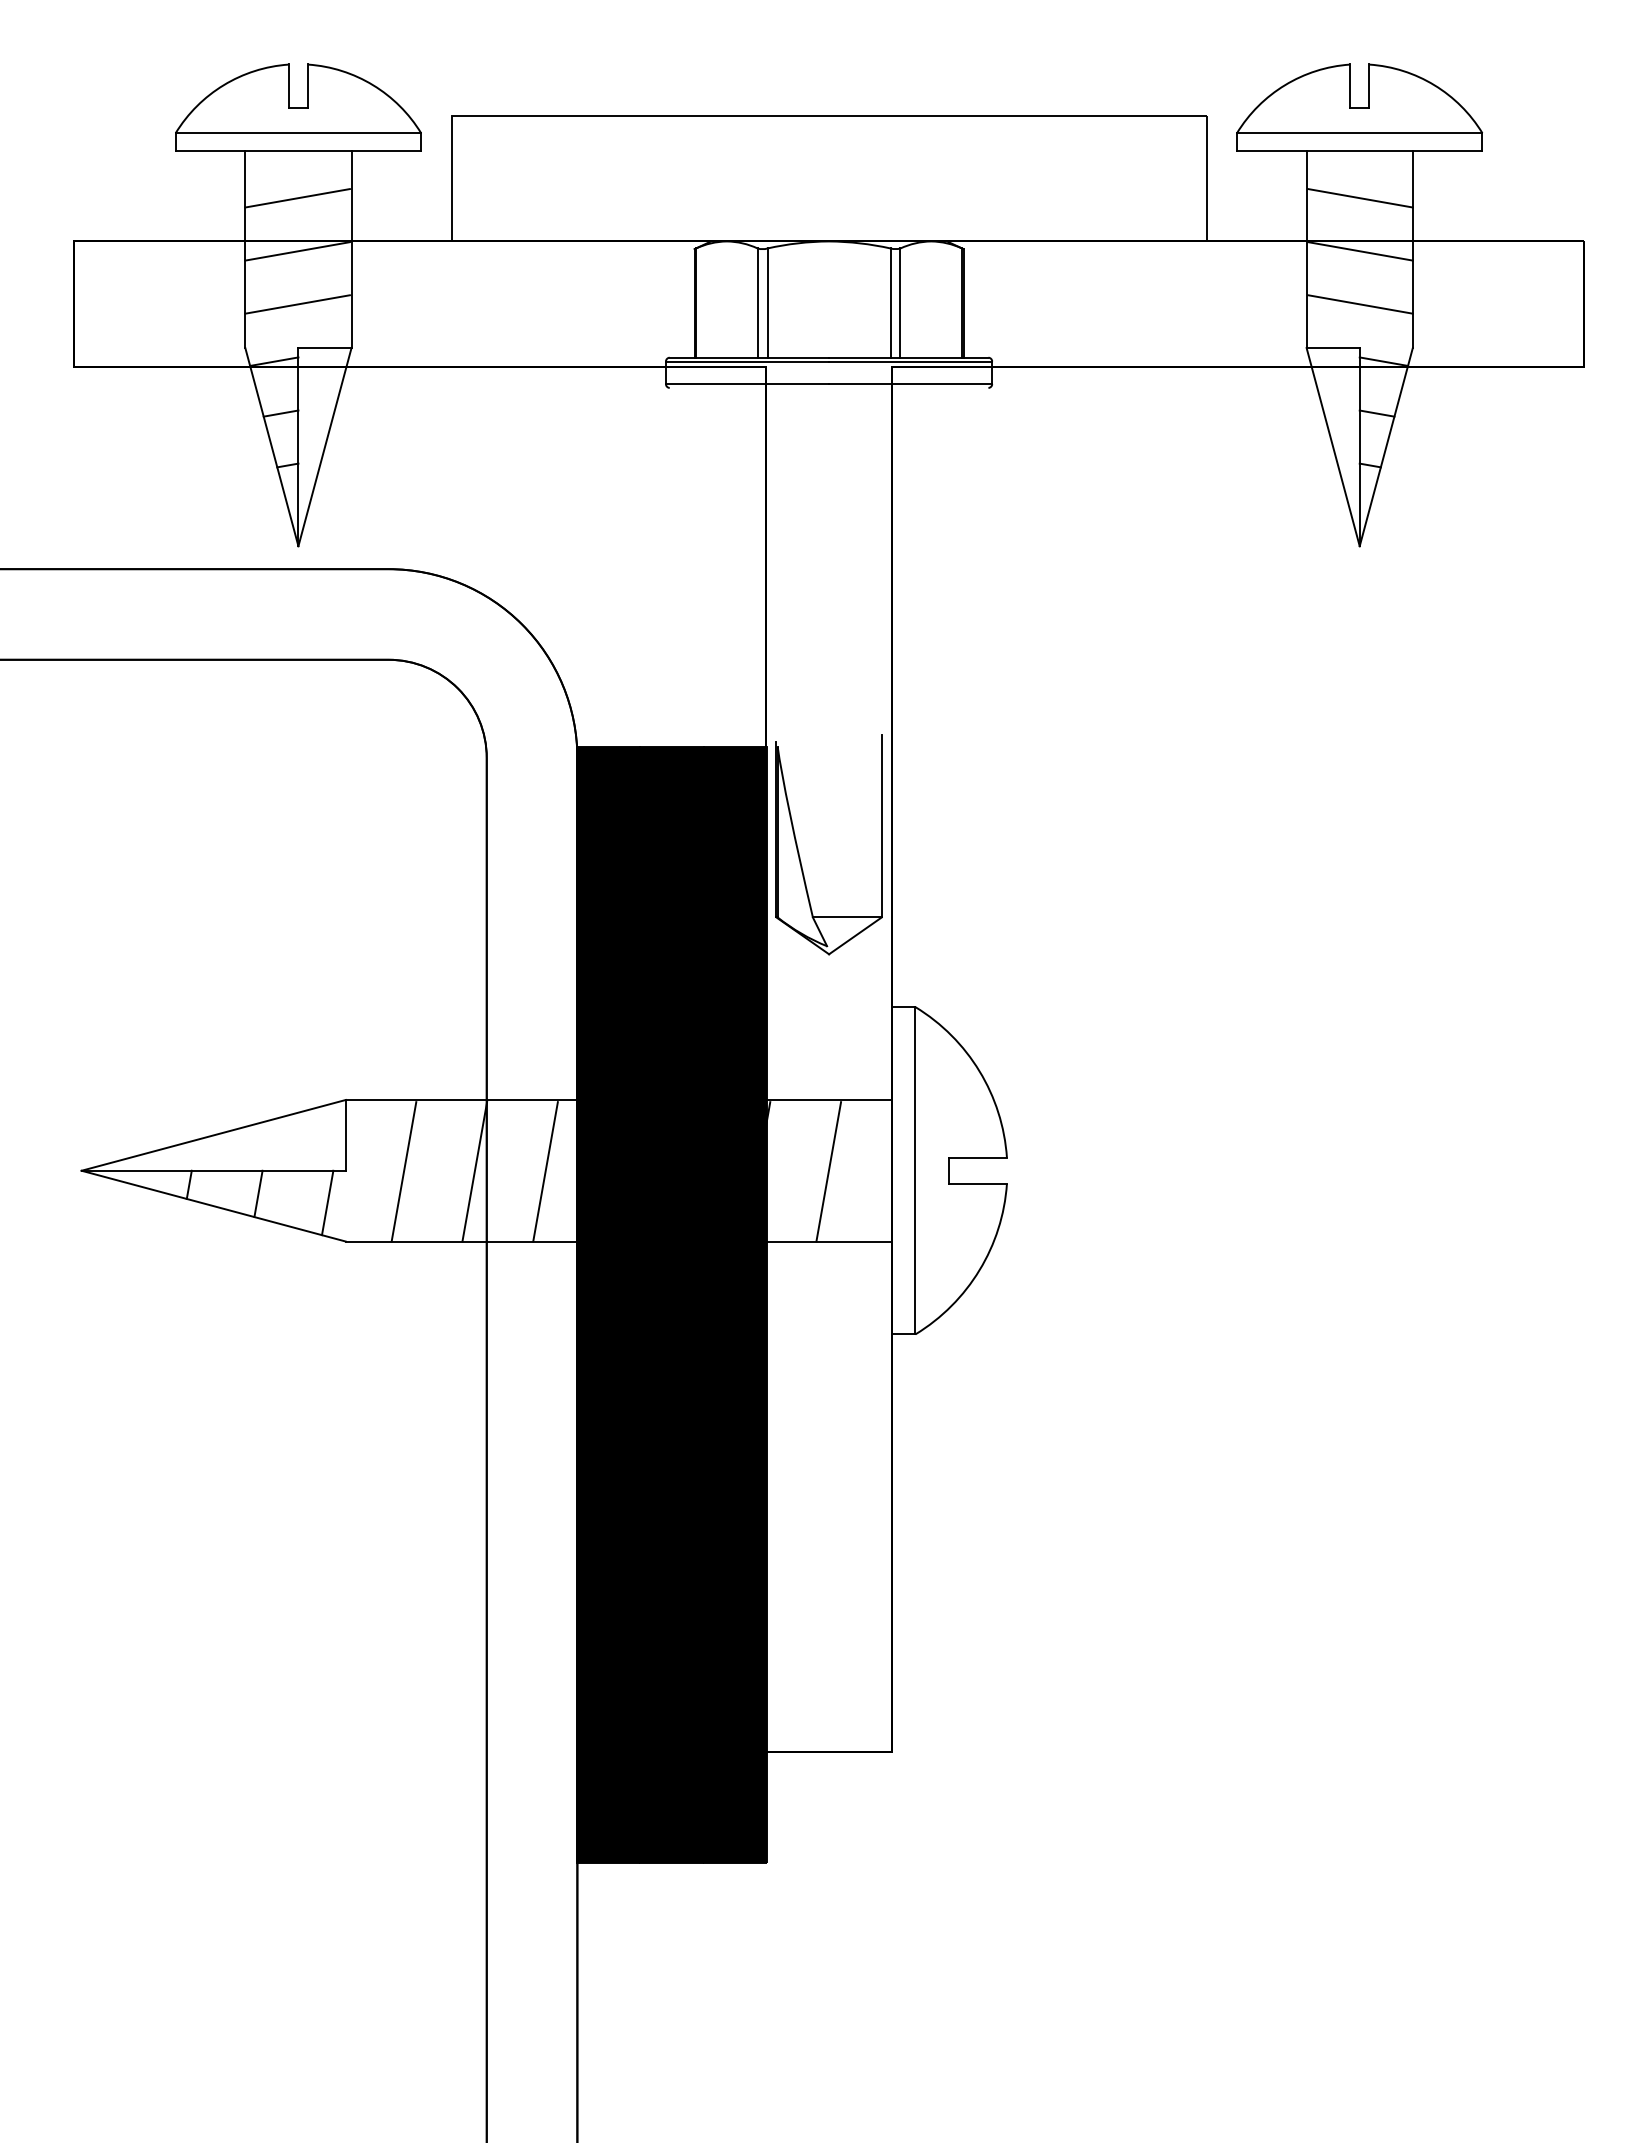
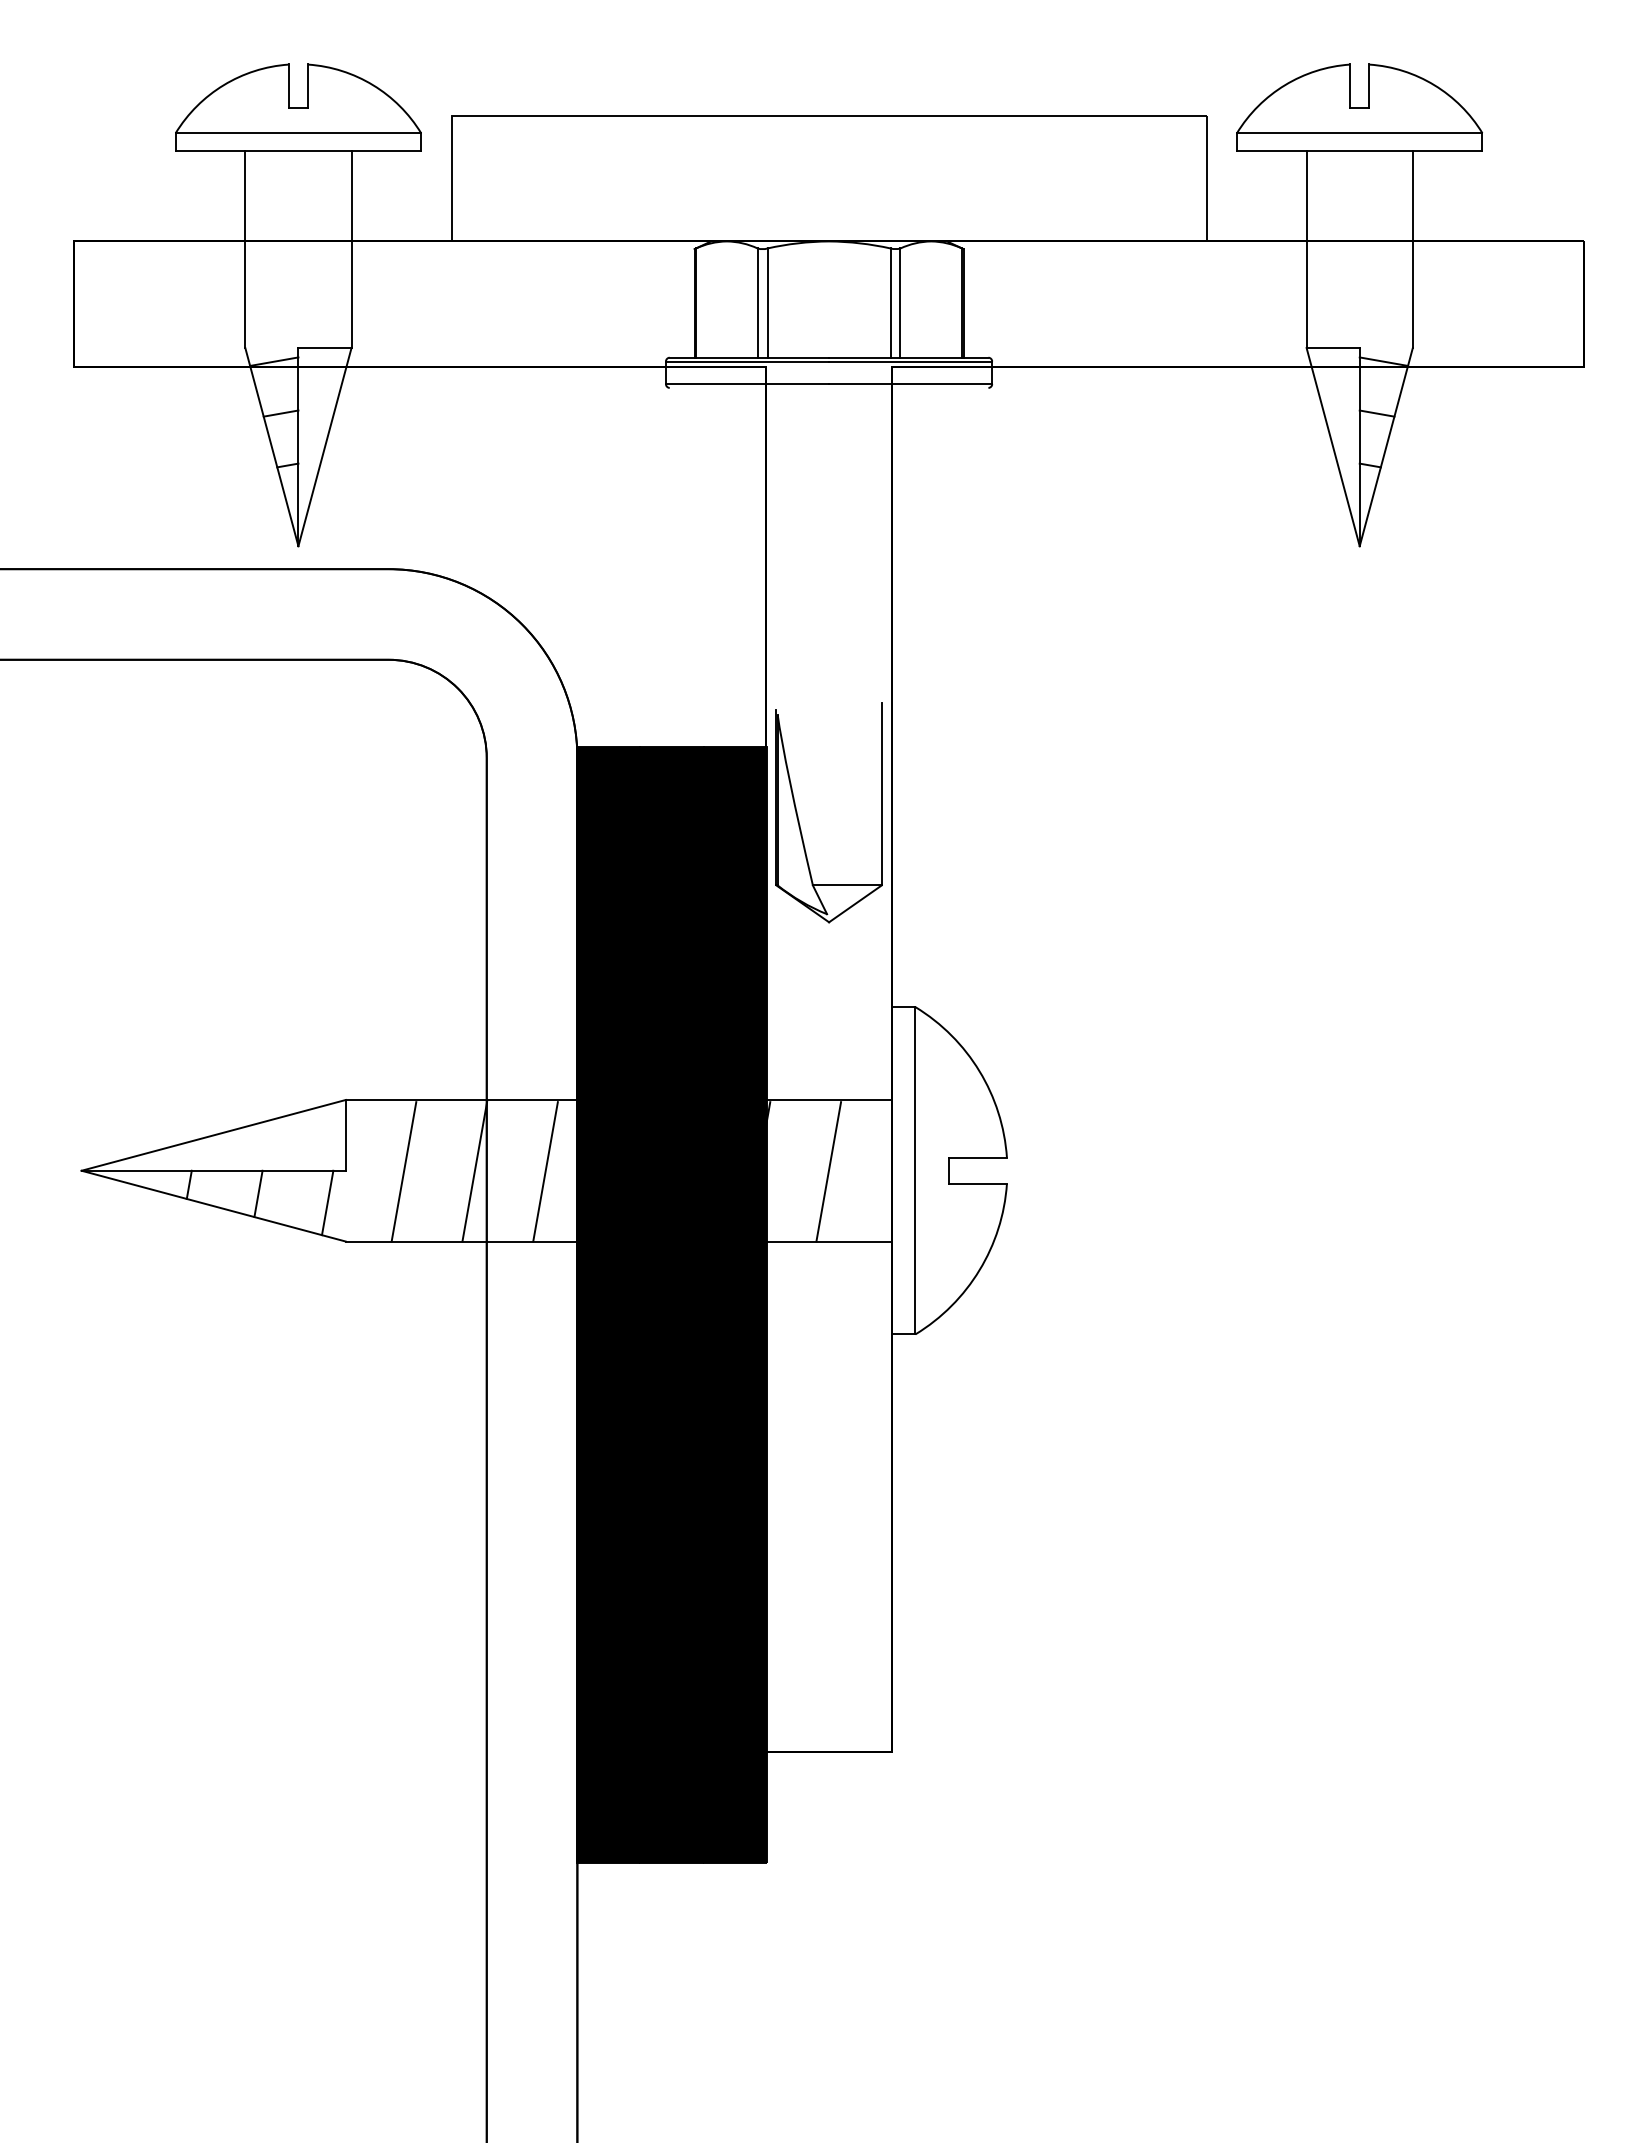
line at (297, 198): present -> none
line at (1360, 198): present -> none
line at (297, 251): present -> none
line at (1360, 251): present -> none
line at (297, 304): present -> none
line at (1360, 304): present -> none
part at (799, 852) position: (799, 852) -> (799, 820)
